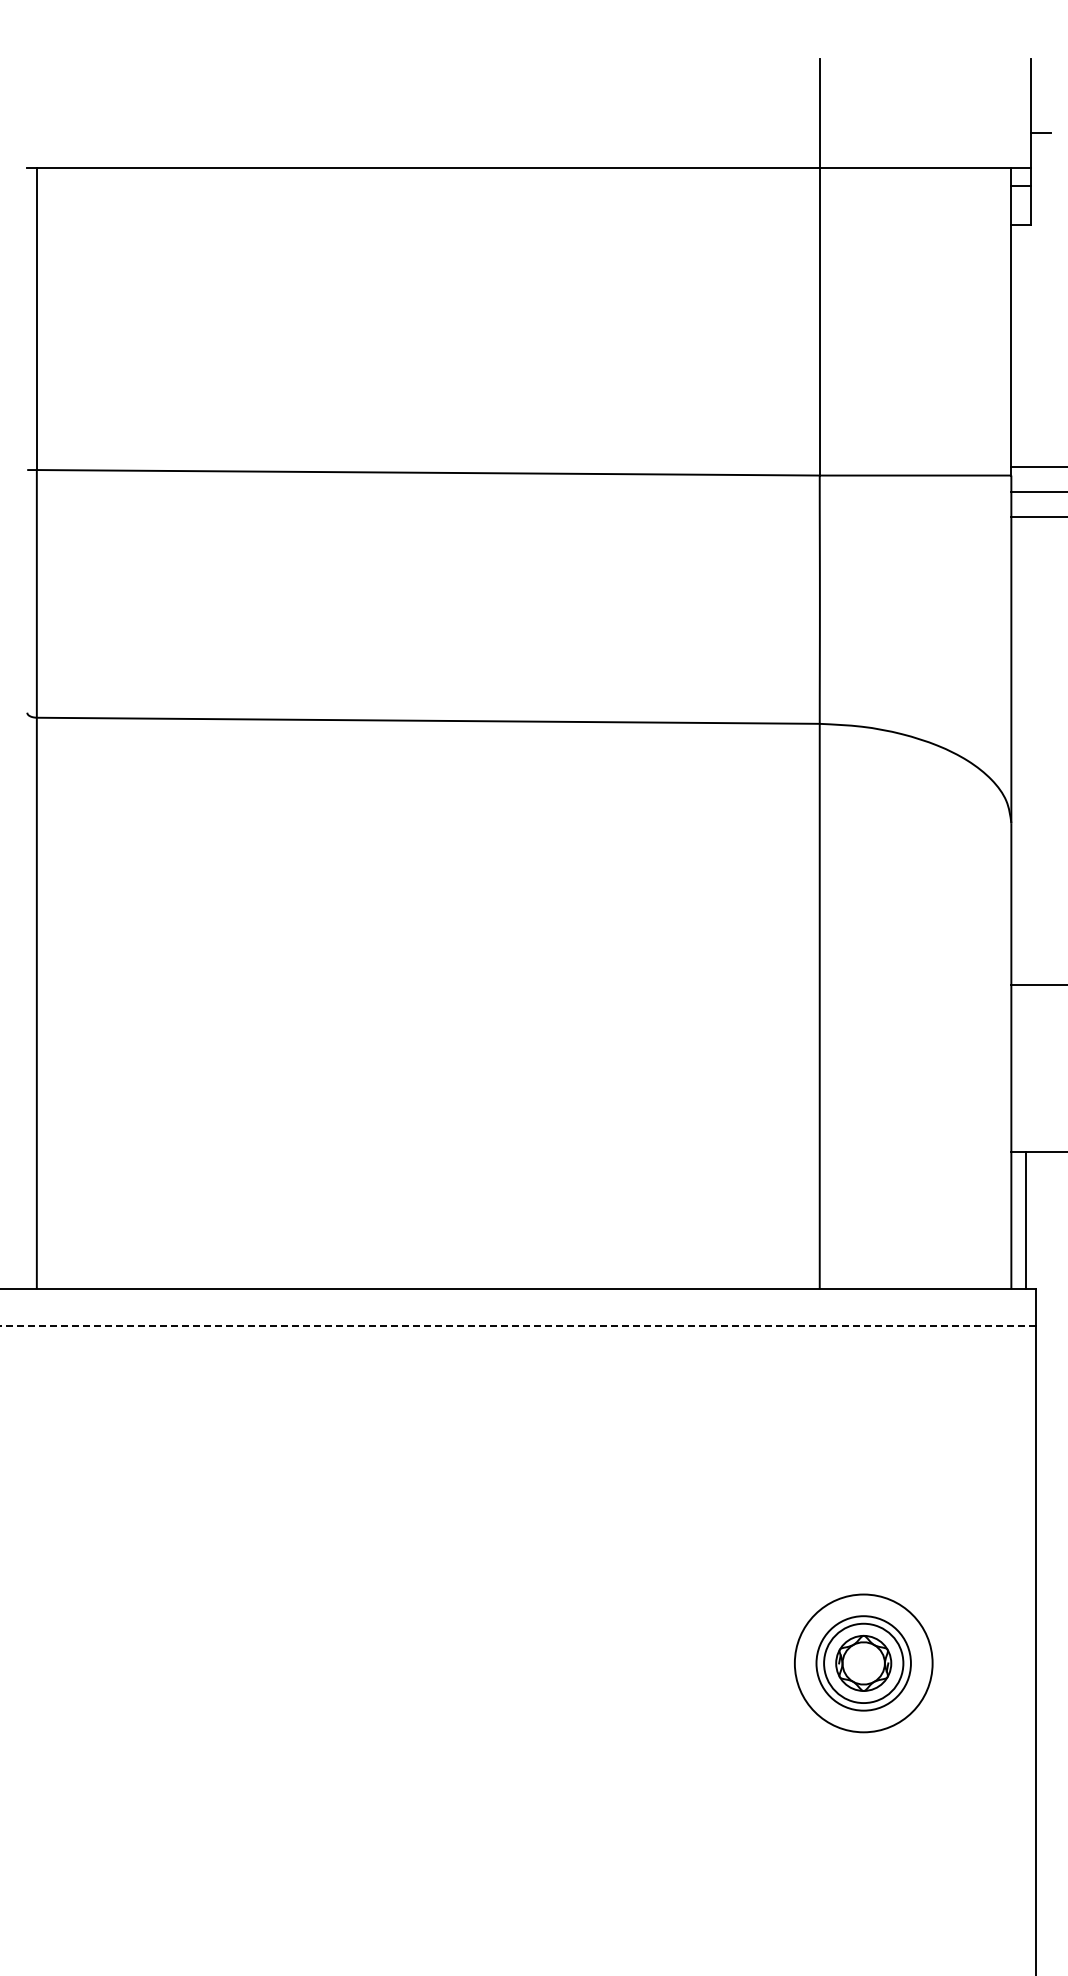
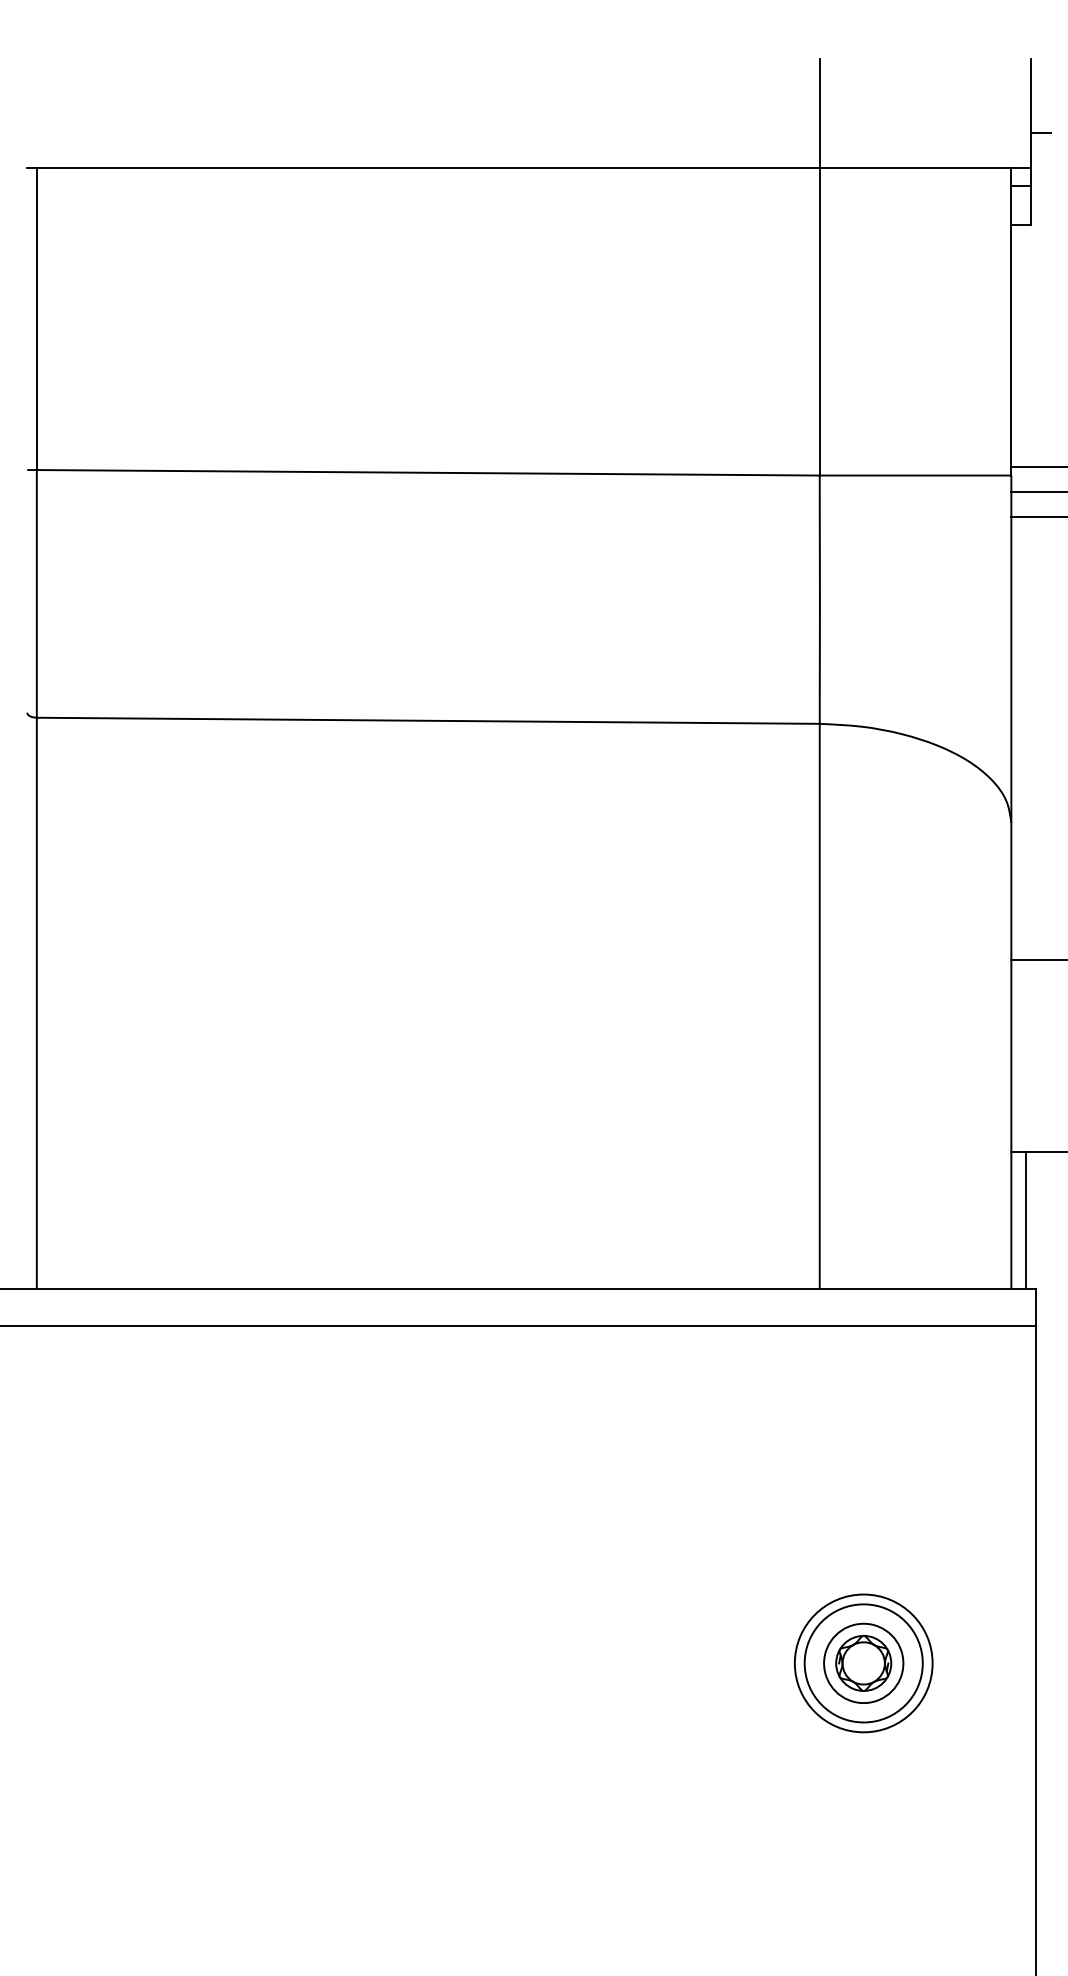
line at (1037, 984) position: (1037, 984) -> (1037, 959)
line at (518, 1326): dashed -> solid
circle at (863, 1663) diameter: 94 px -> 118 px
